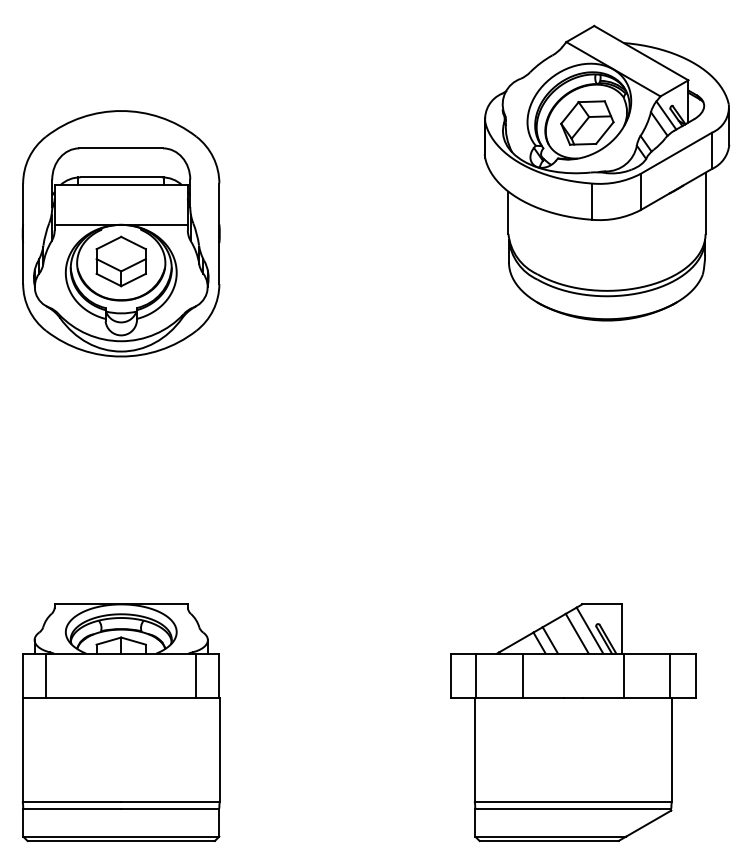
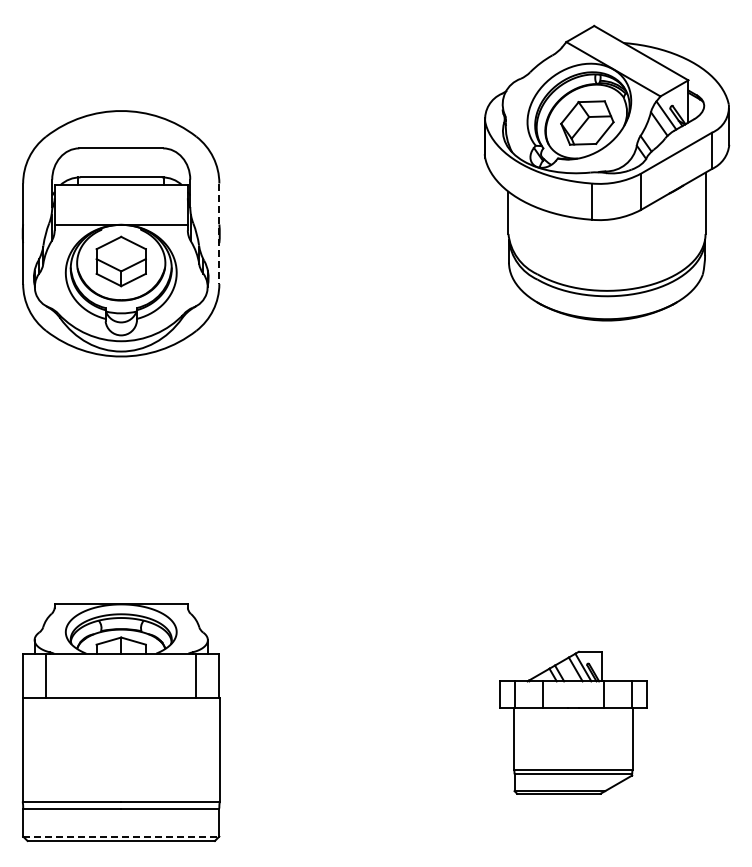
line at (219, 234): solid -> dashed
part at (573, 722) size: 247x240 px -> 149x145 px
line at (121, 836): solid -> dashed
